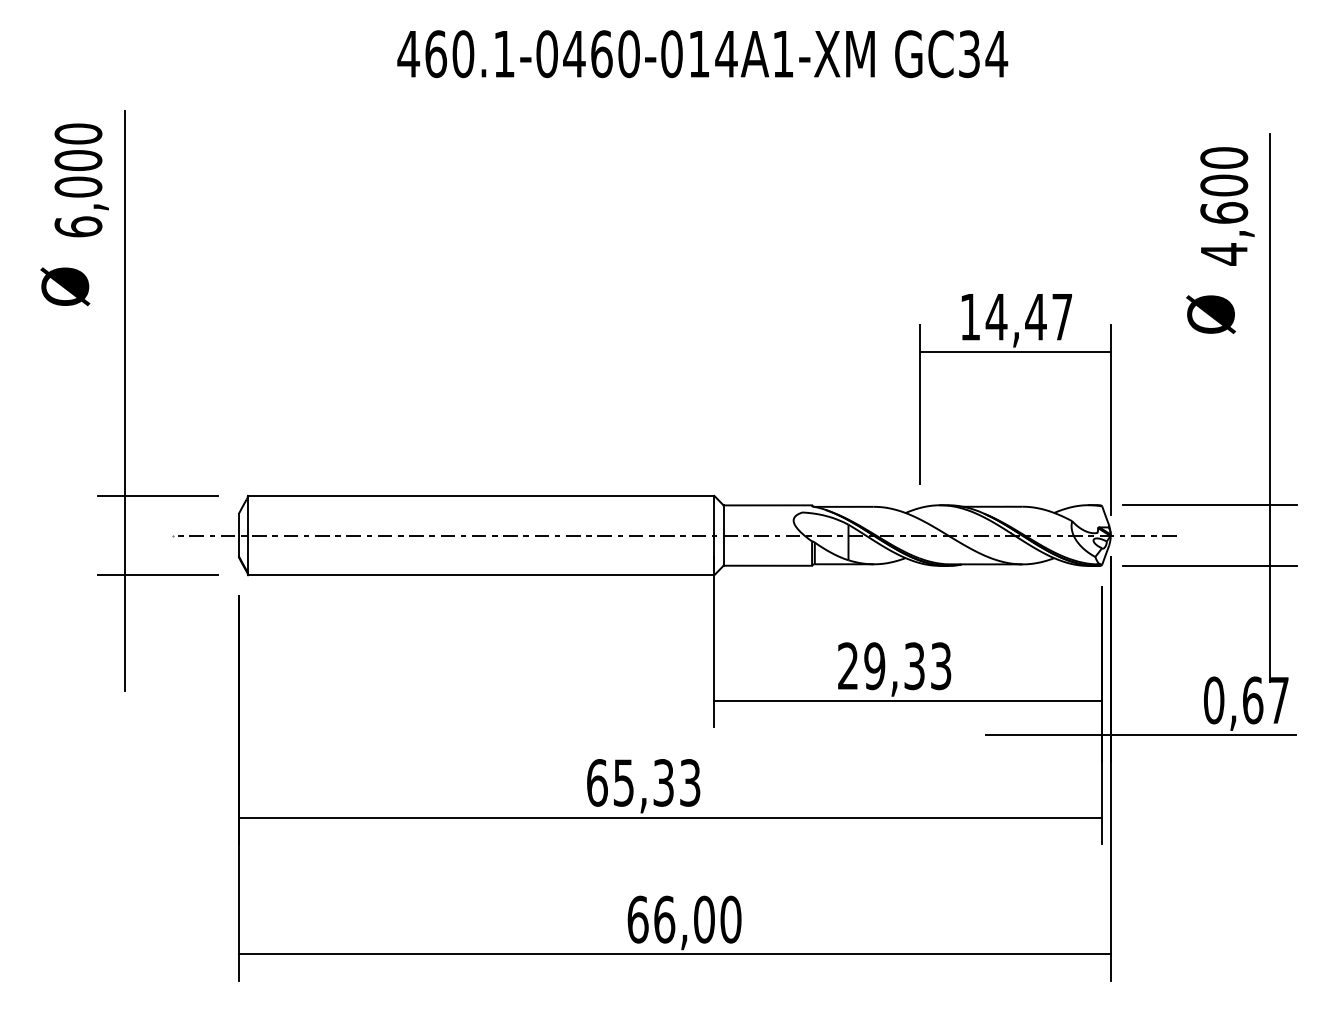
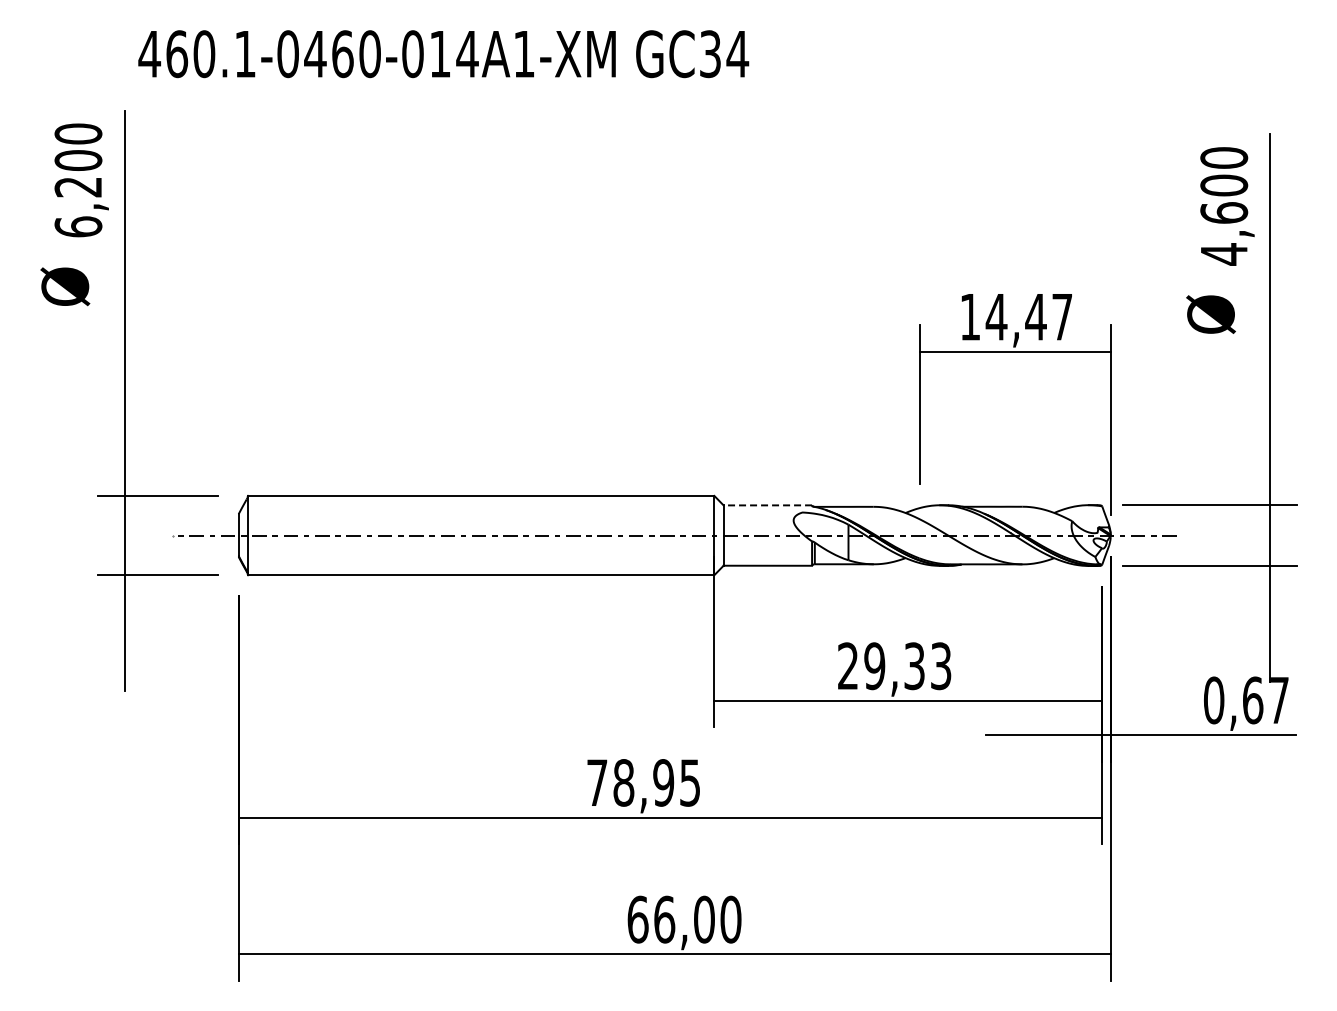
text at (702, 54) position: (702, 54) -> (443, 54)
text at (78, 186): 6,000 -> 6,200
line at (767, 505): solid -> dashed
text at (643, 782): 65,33 -> 78,95
